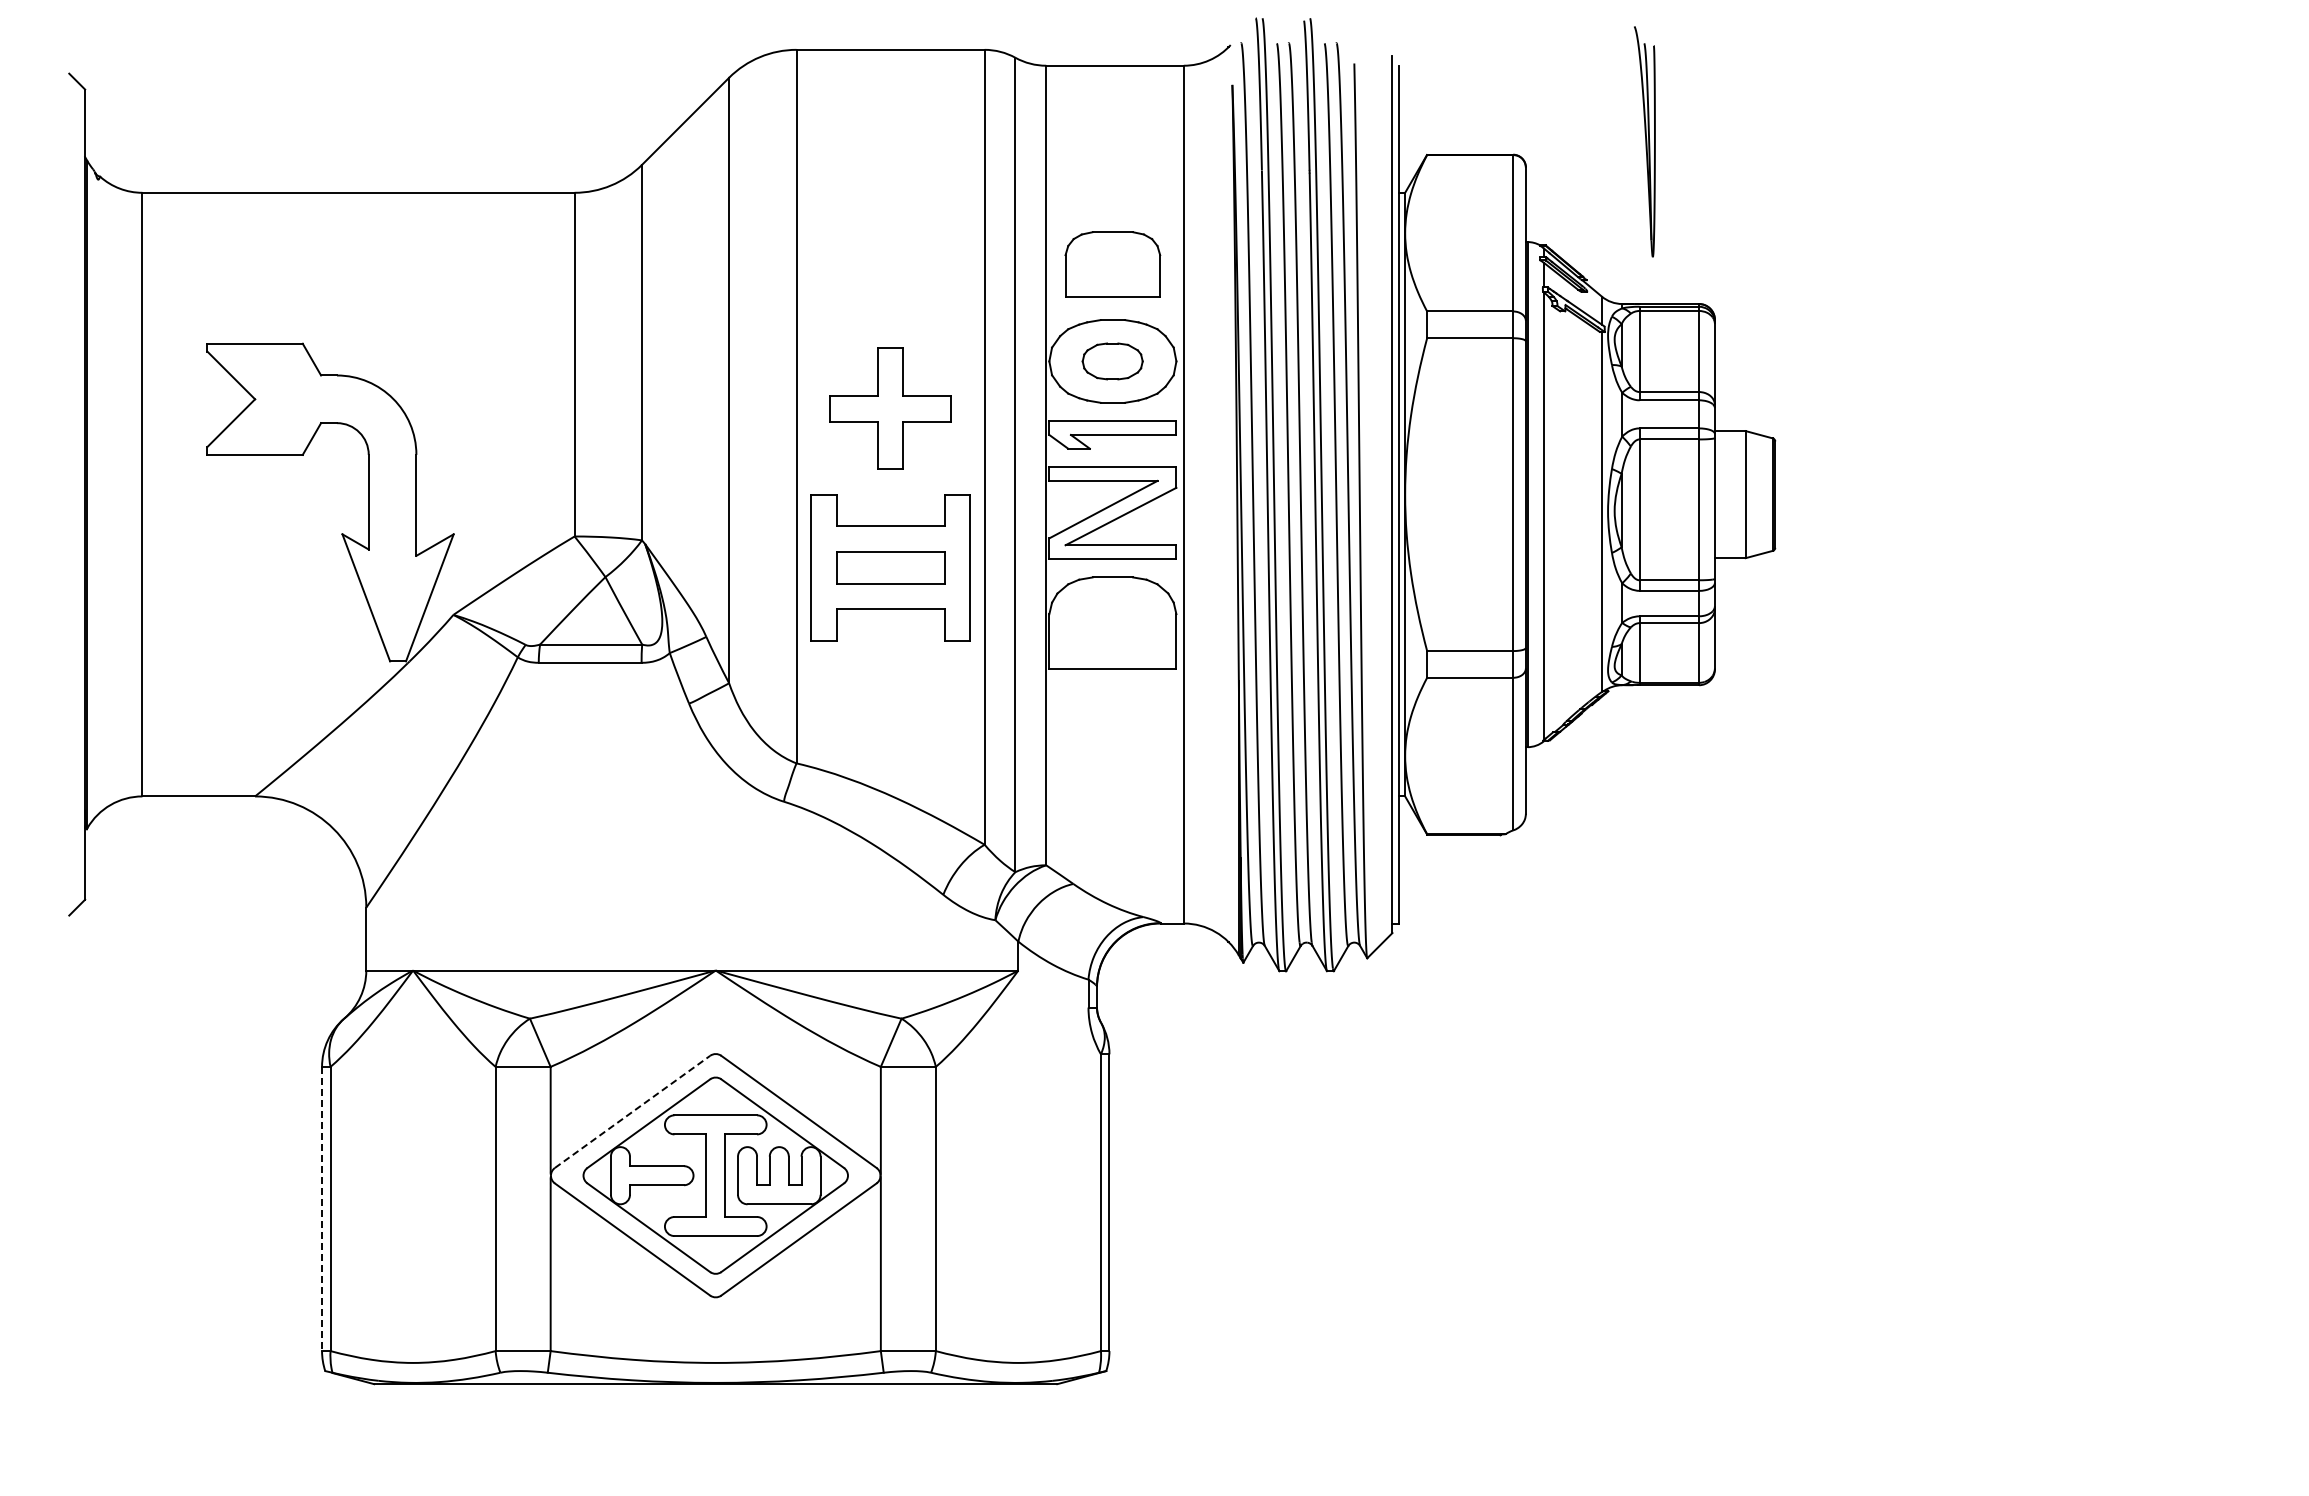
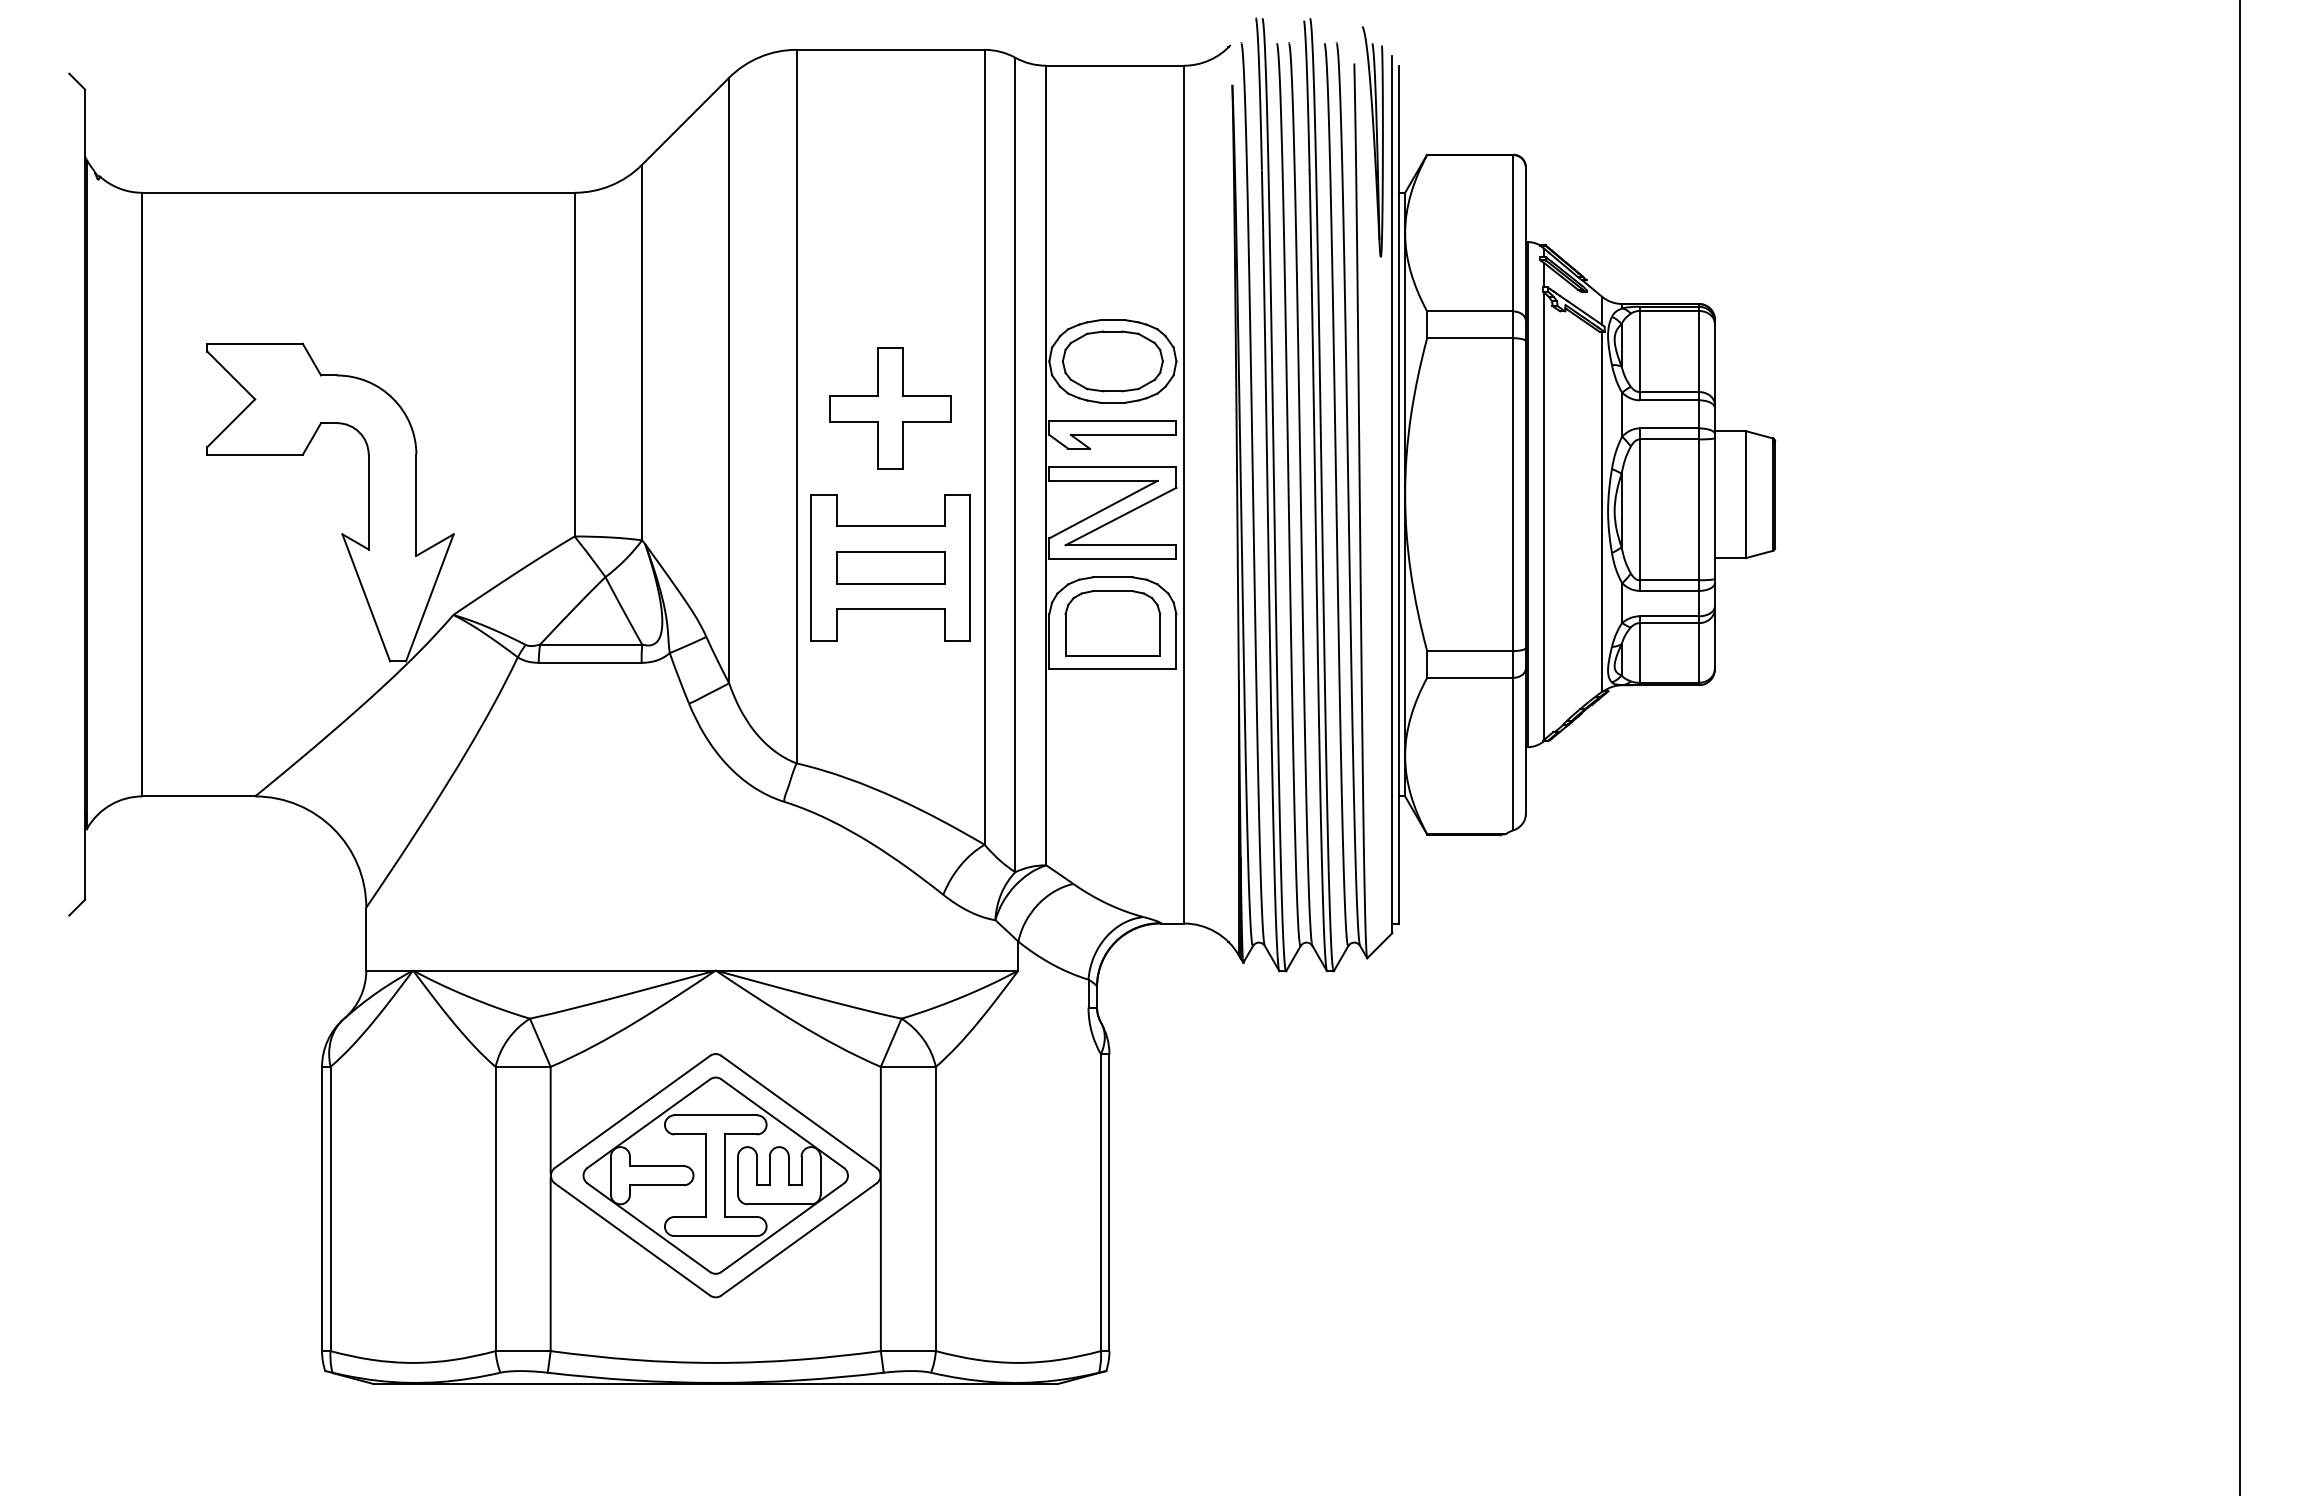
part at (1644, 141) position: (1644, 141) -> (1372, 141)
part at (1112, 264) position: (1112, 264) -> (1112, 623)
part at (1112, 361) size: 63x39 px -> 103x63 px
line at (2239, 747): none -> present
line at (632, 1111): dashed -> solid
line at (322, 1209): dashed -> solid
